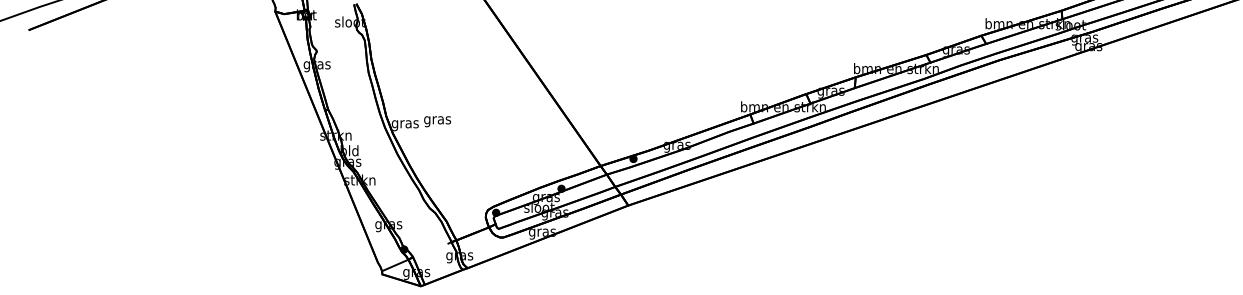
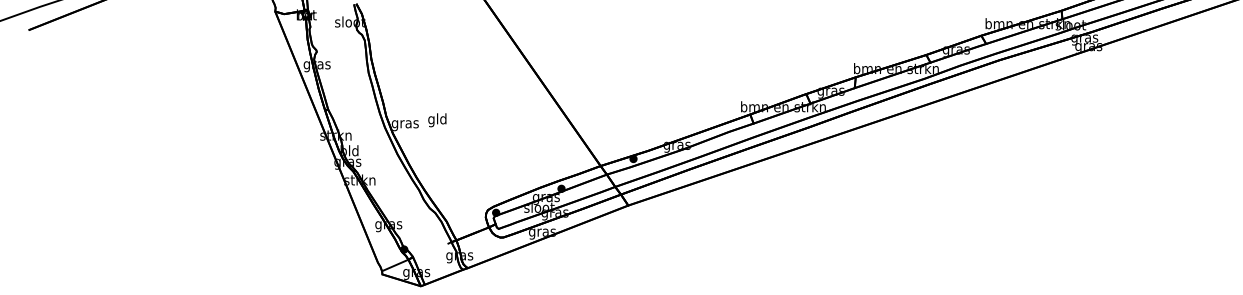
text at (437, 120): gras -> gld
